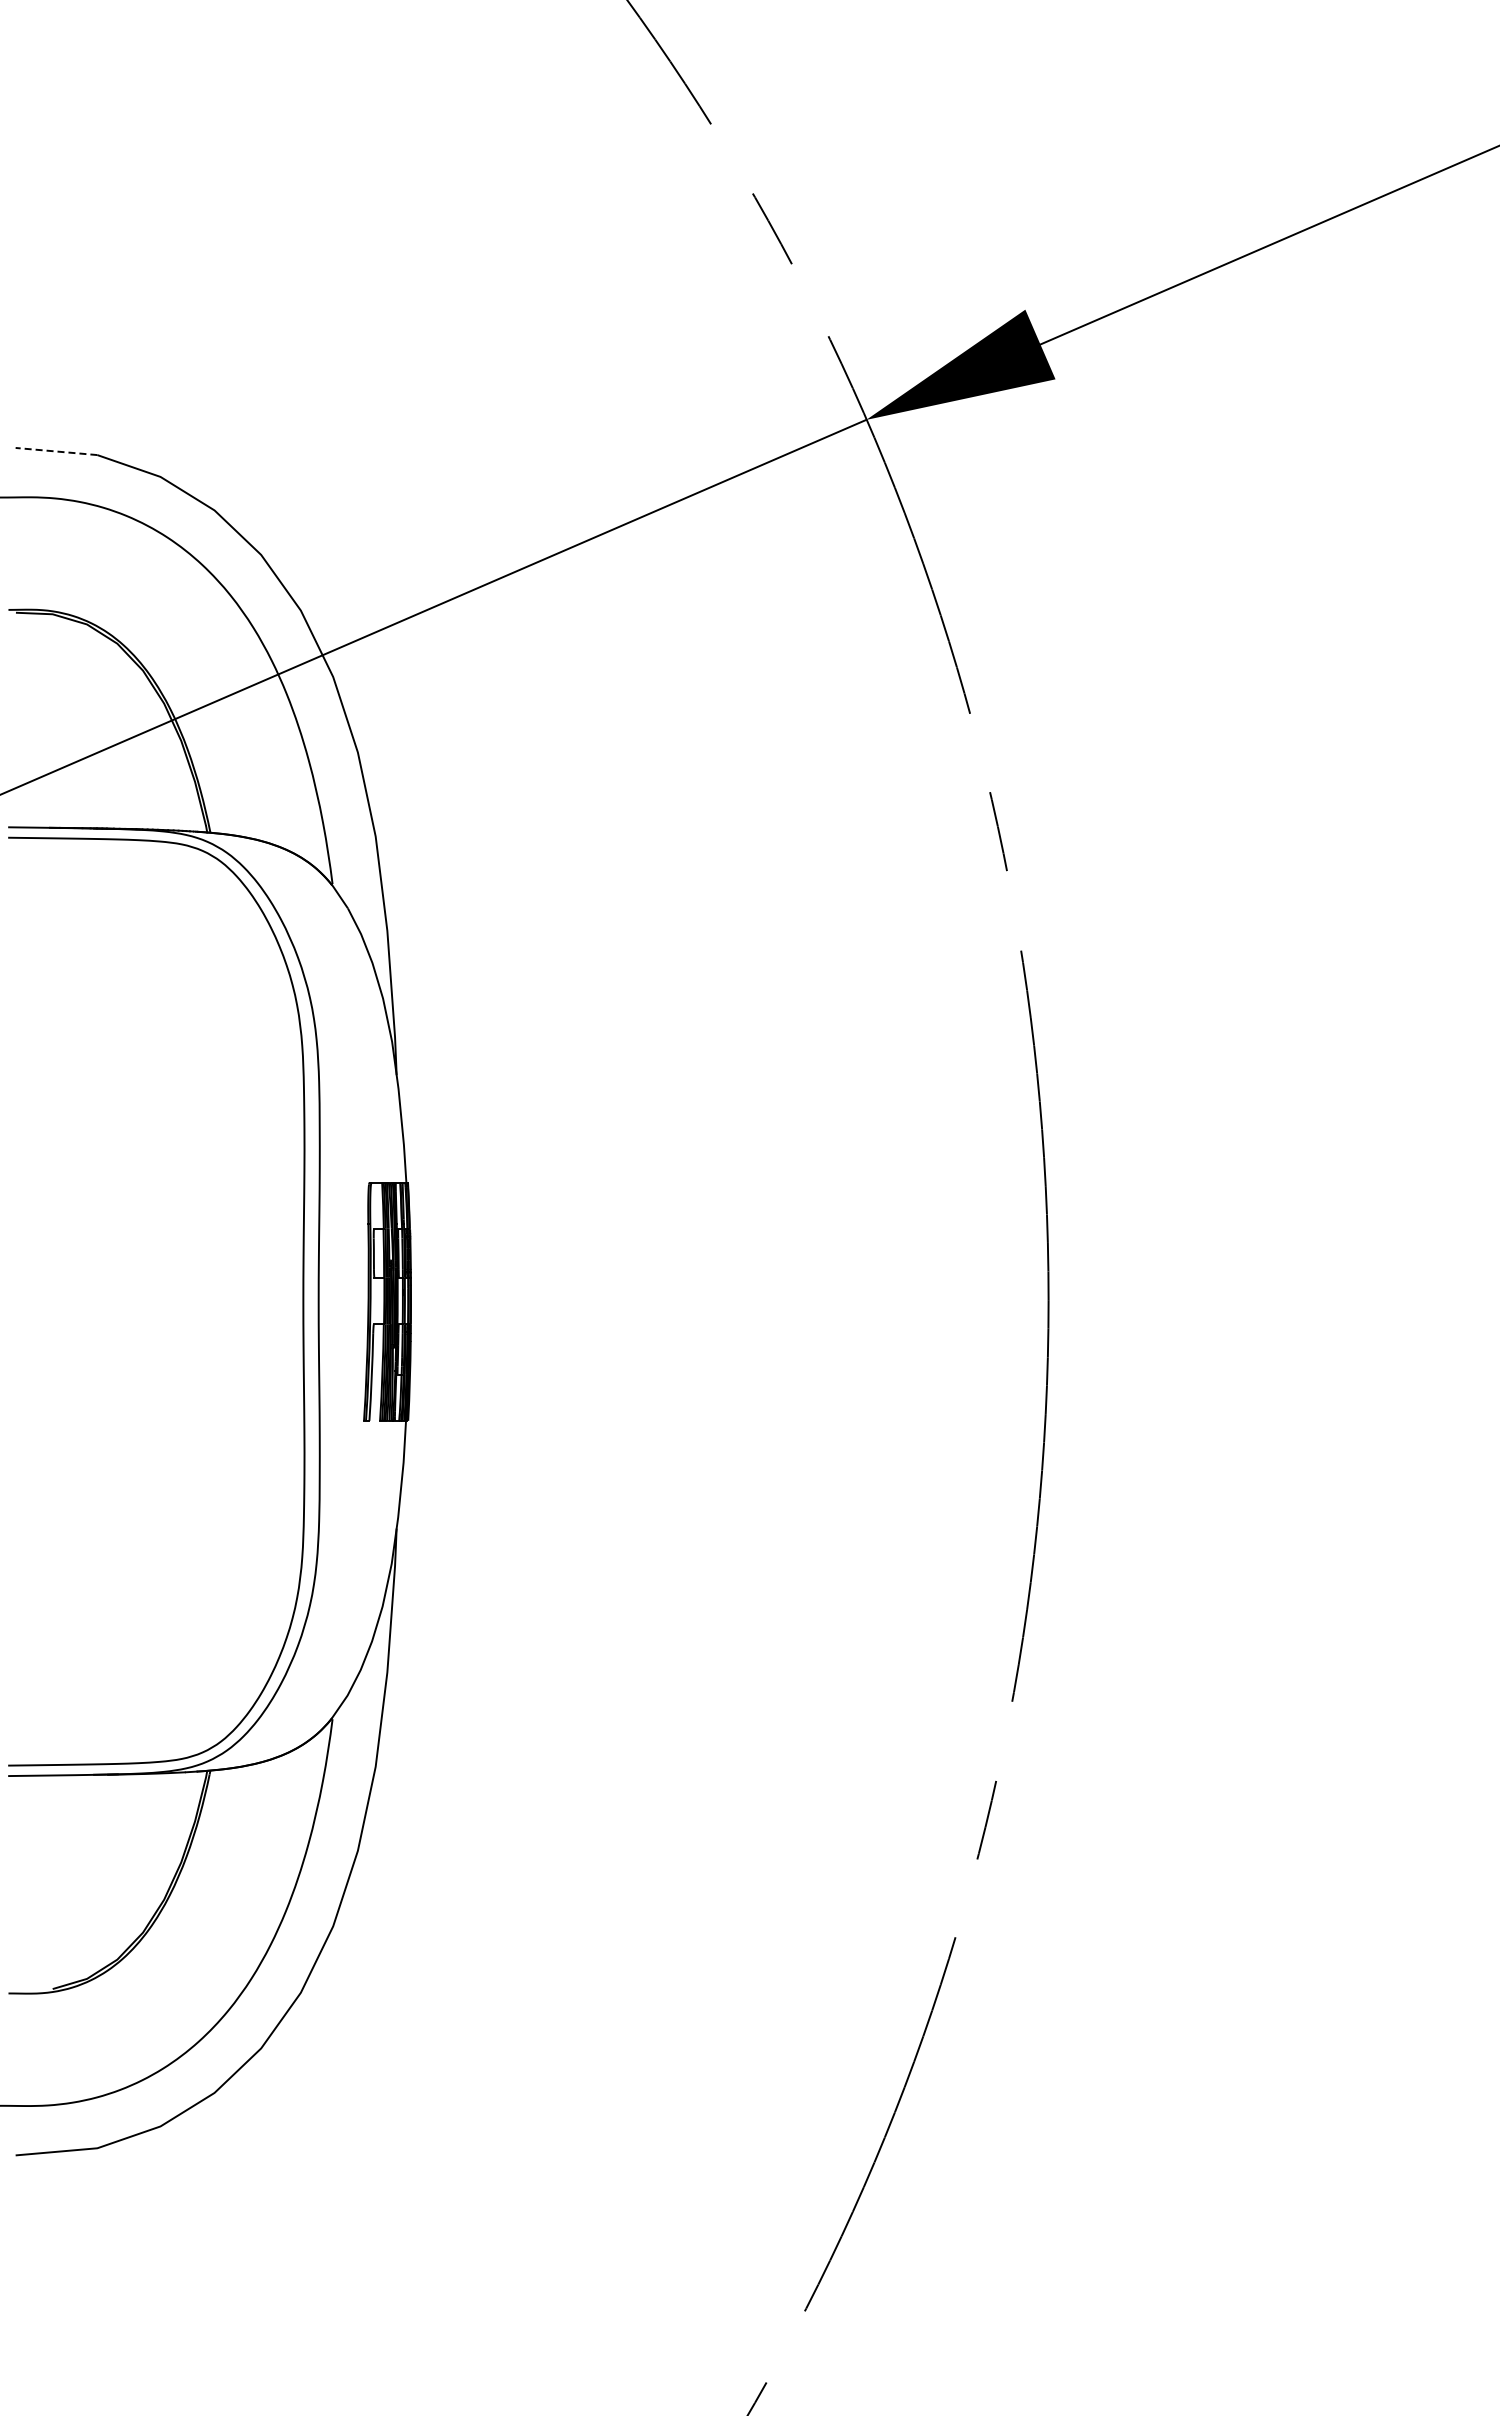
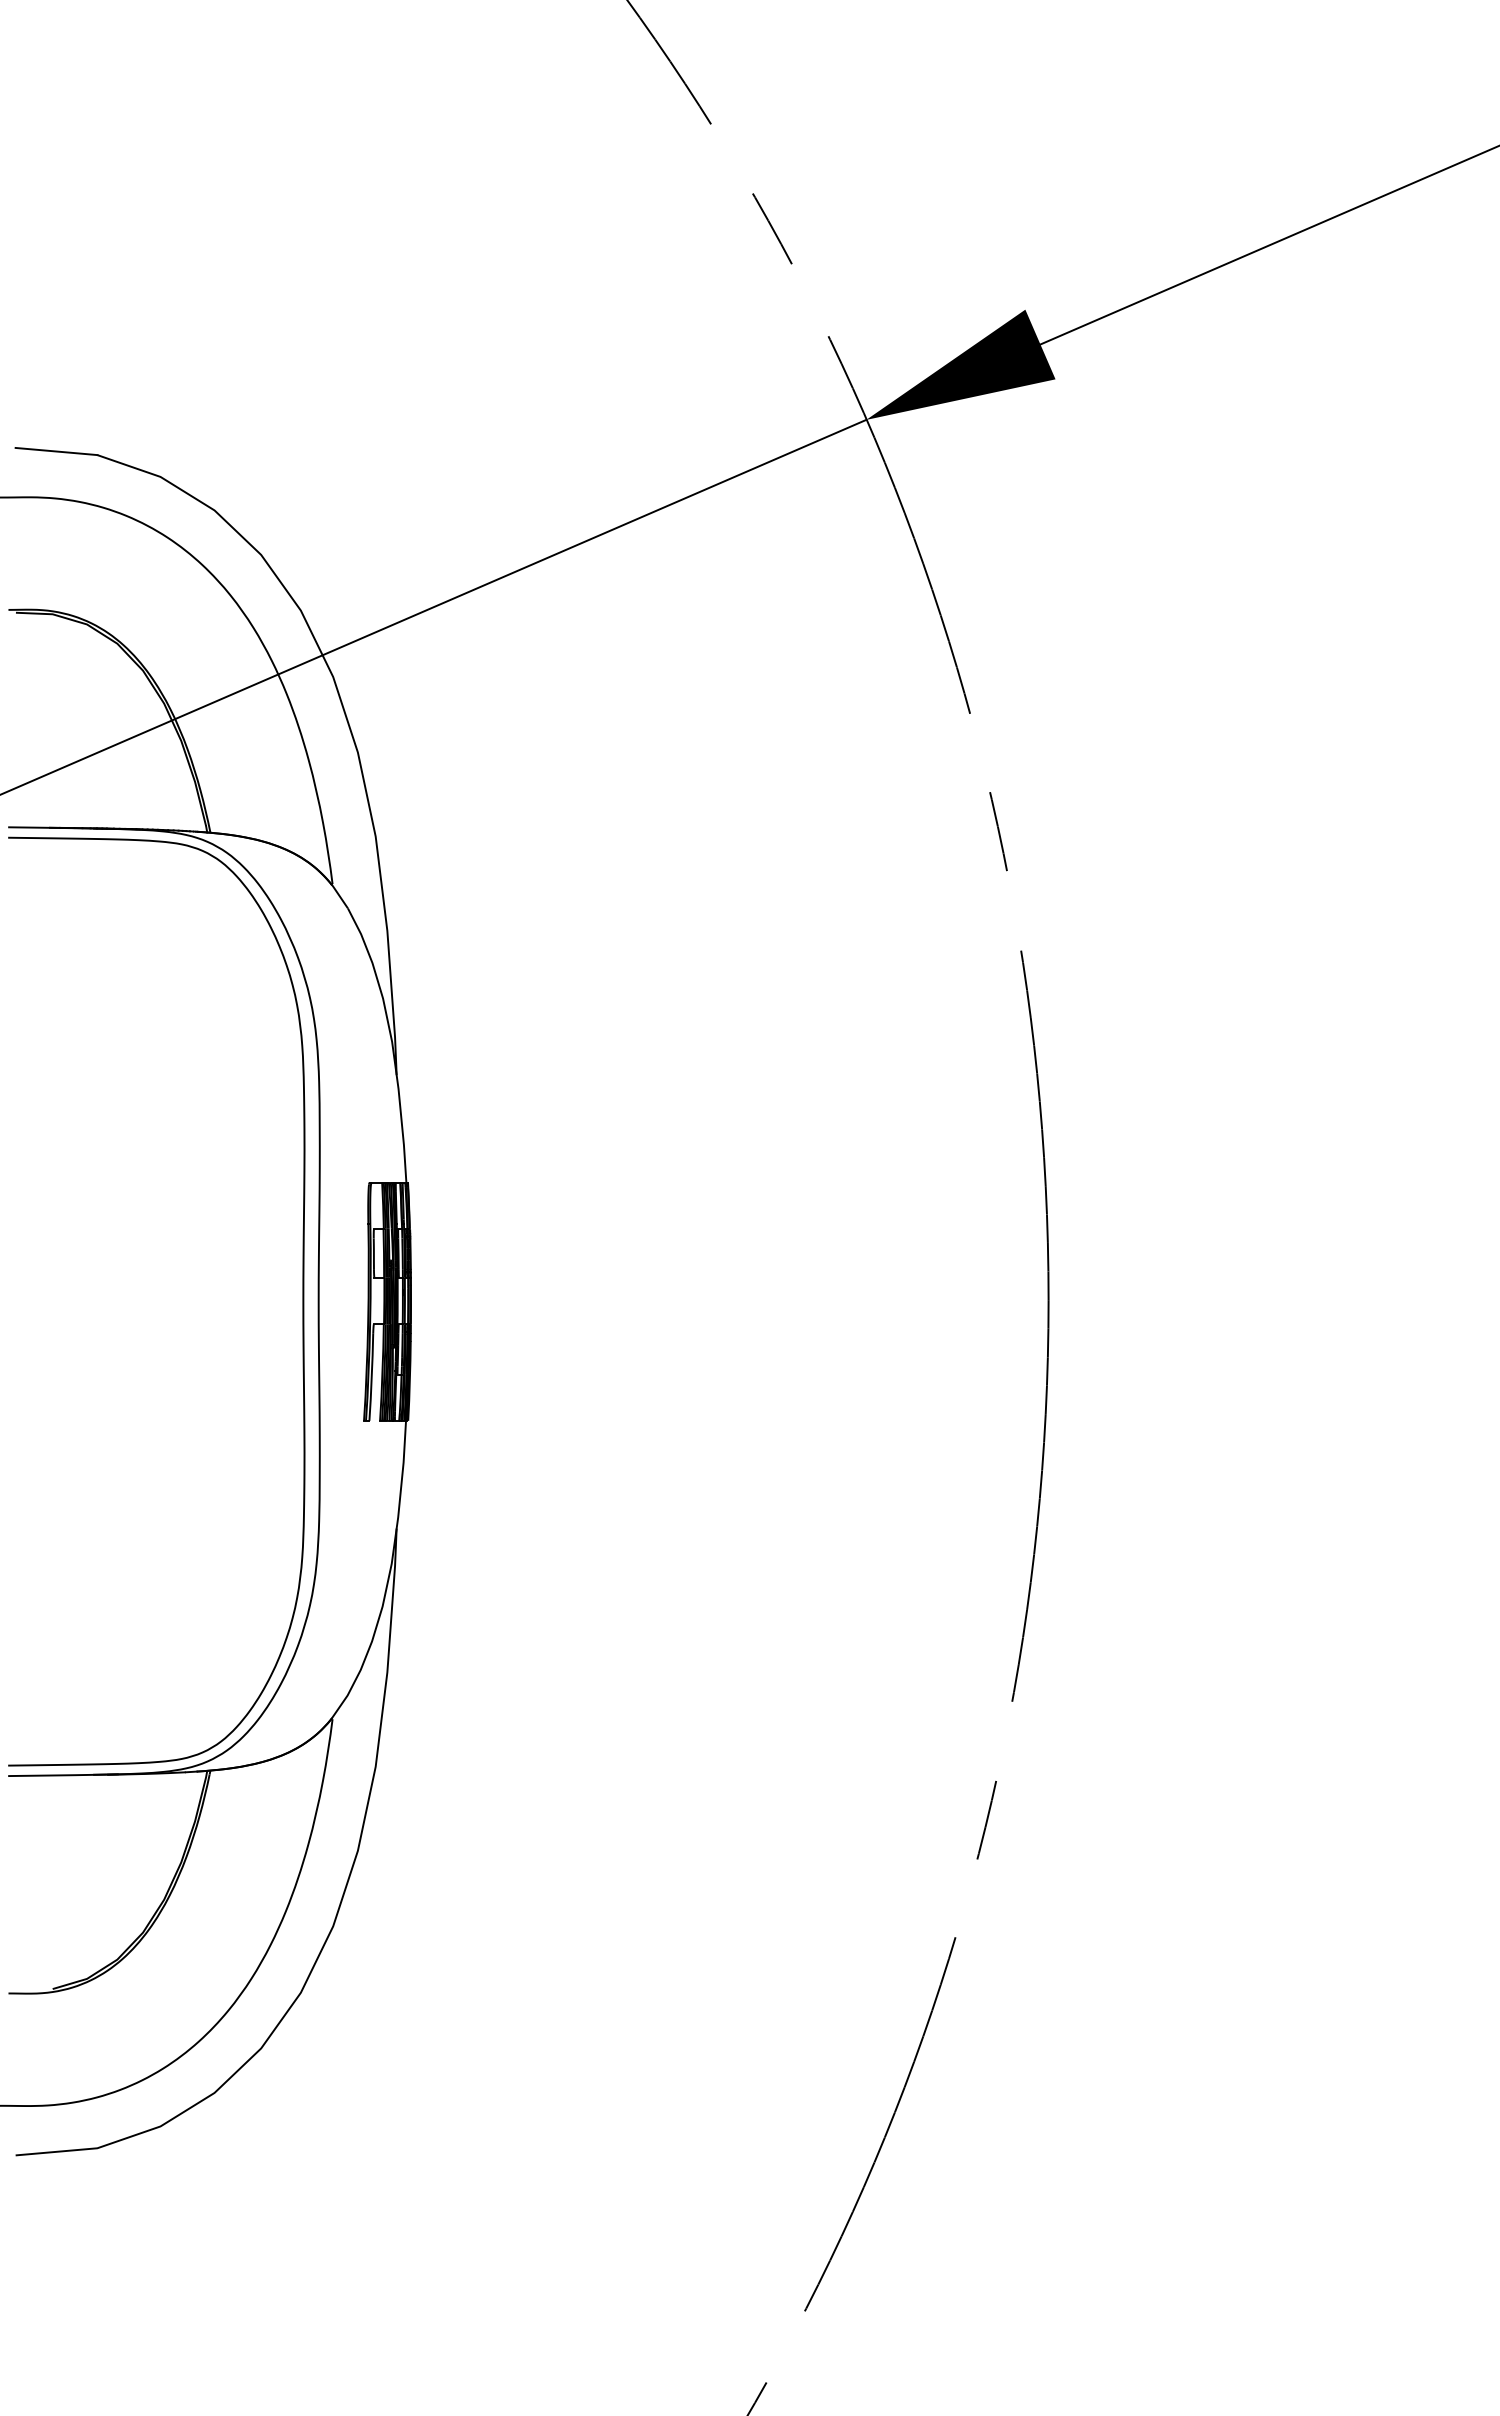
line at (56, 451): dashed -> solid
